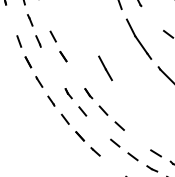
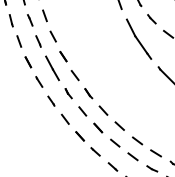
line at (44, 15): none -> present
line at (151, 19): none -> present
line at (10, 20): none -> present
line at (105, 68) position: (105, 68) -> (52, 68)
line at (74, 75): none -> present
part at (98, 127): none -> present
line at (137, 140): none -> present
part at (112, 166): none -> present
